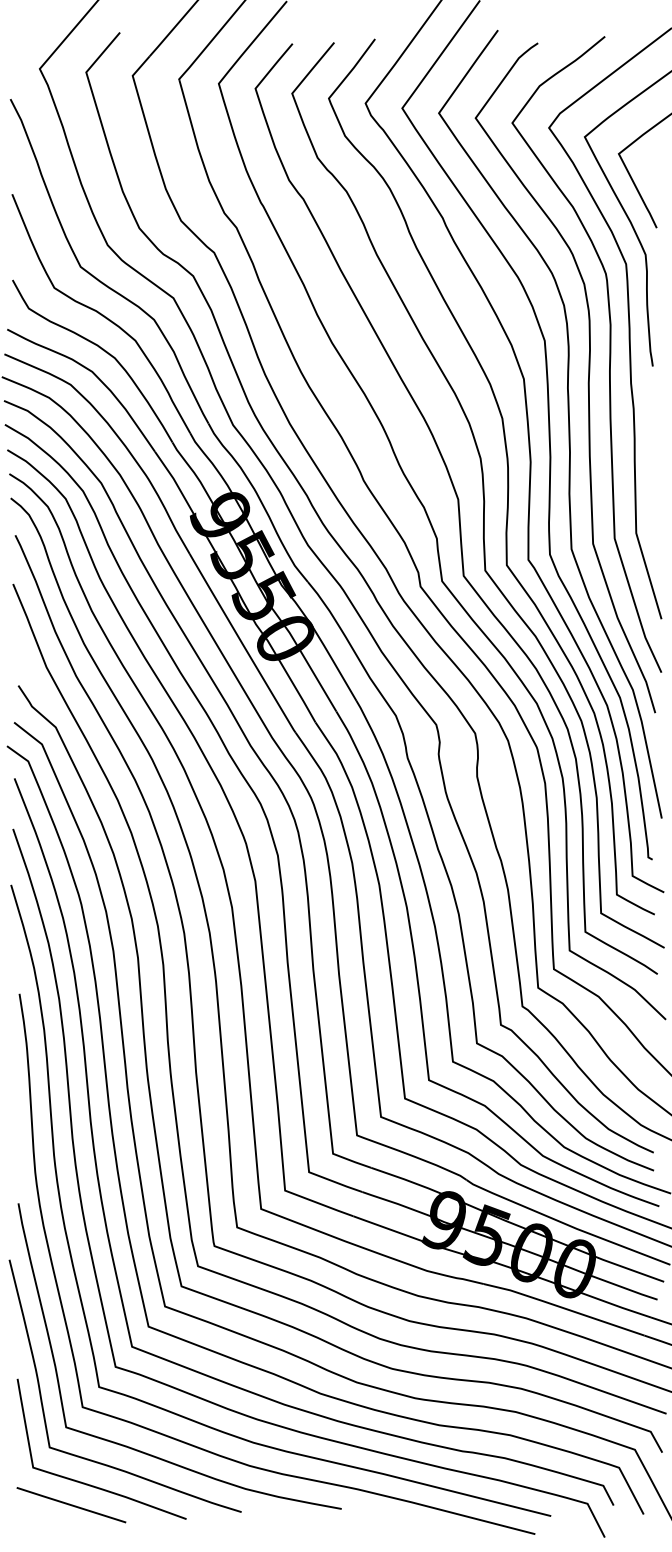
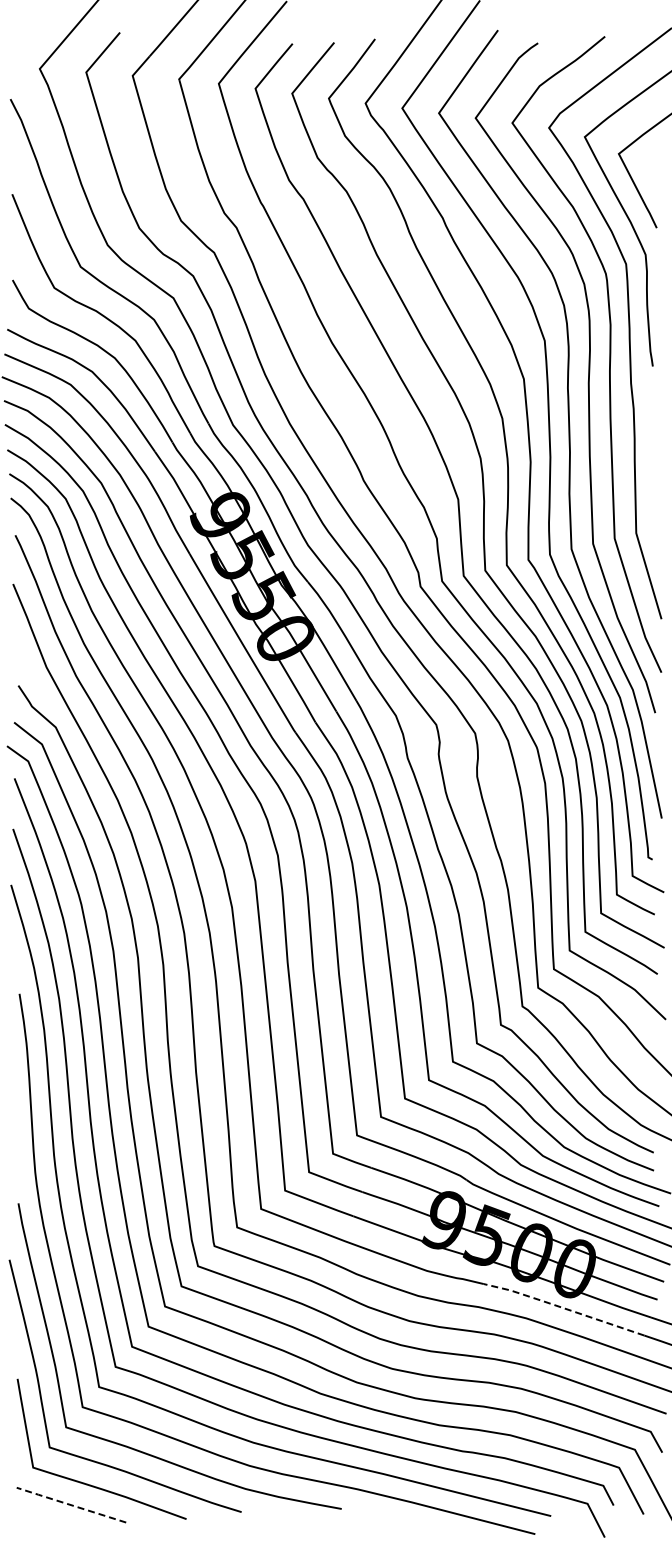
line at (563, 1307): solid -> dashed
line at (70, 1504): solid -> dashed
